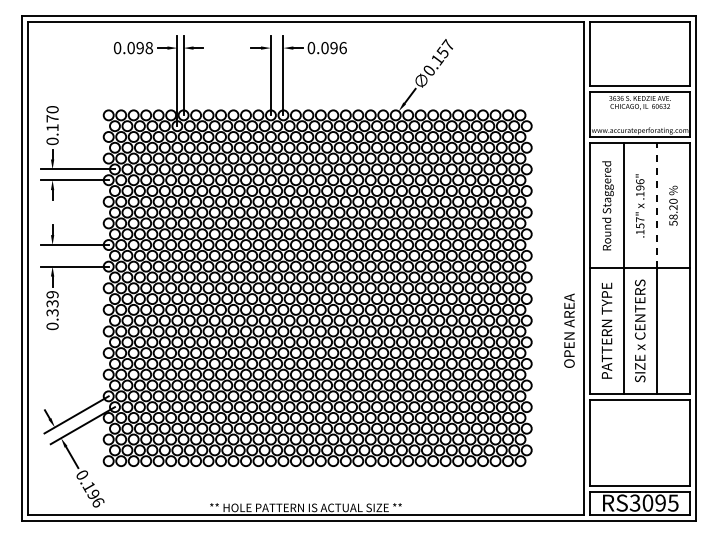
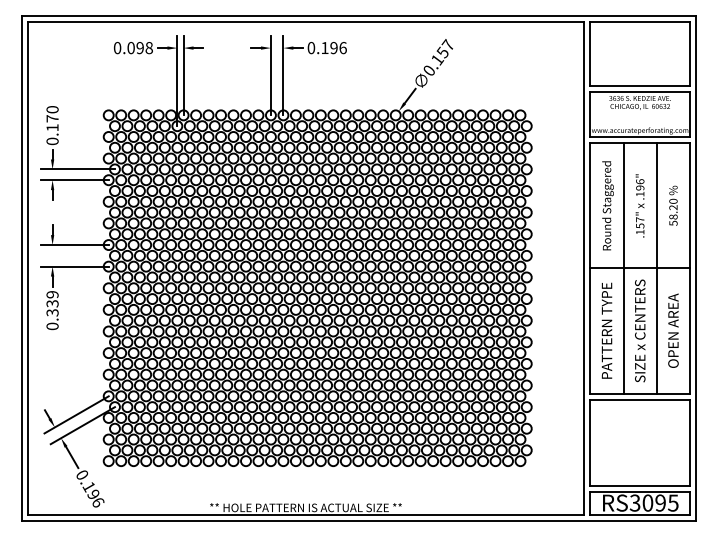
text at (324, 48): 0.096 -> 0.196
line at (656, 205): dashed -> solid
text at (569, 330) position: (569, 330) -> (673, 330)
